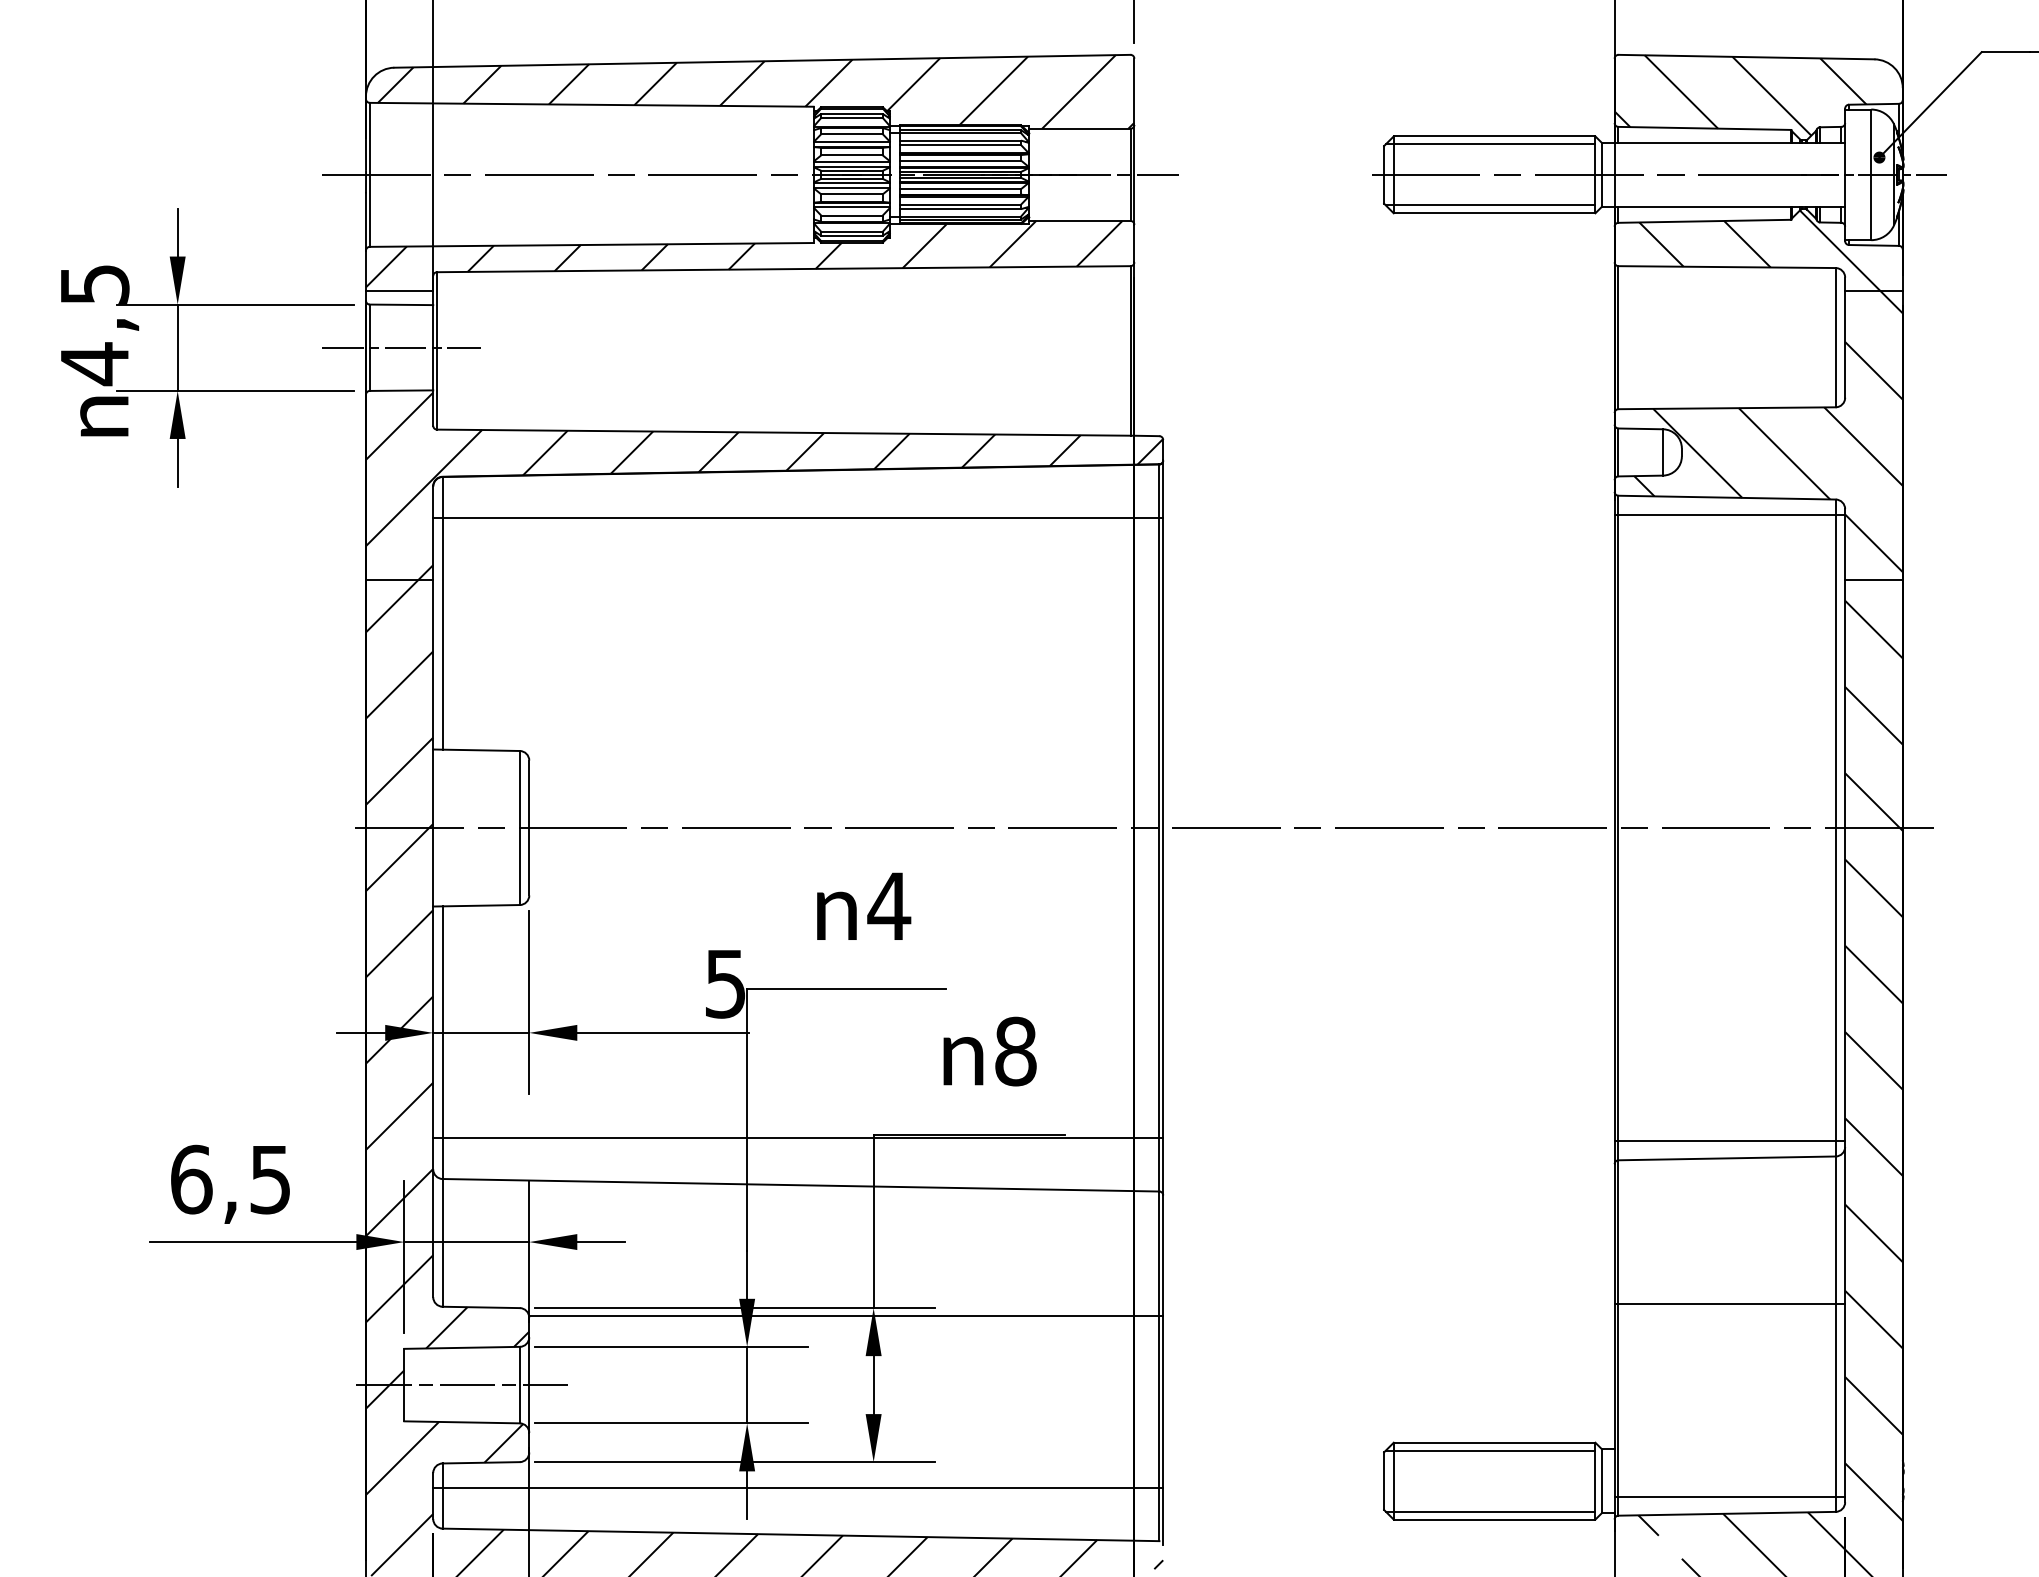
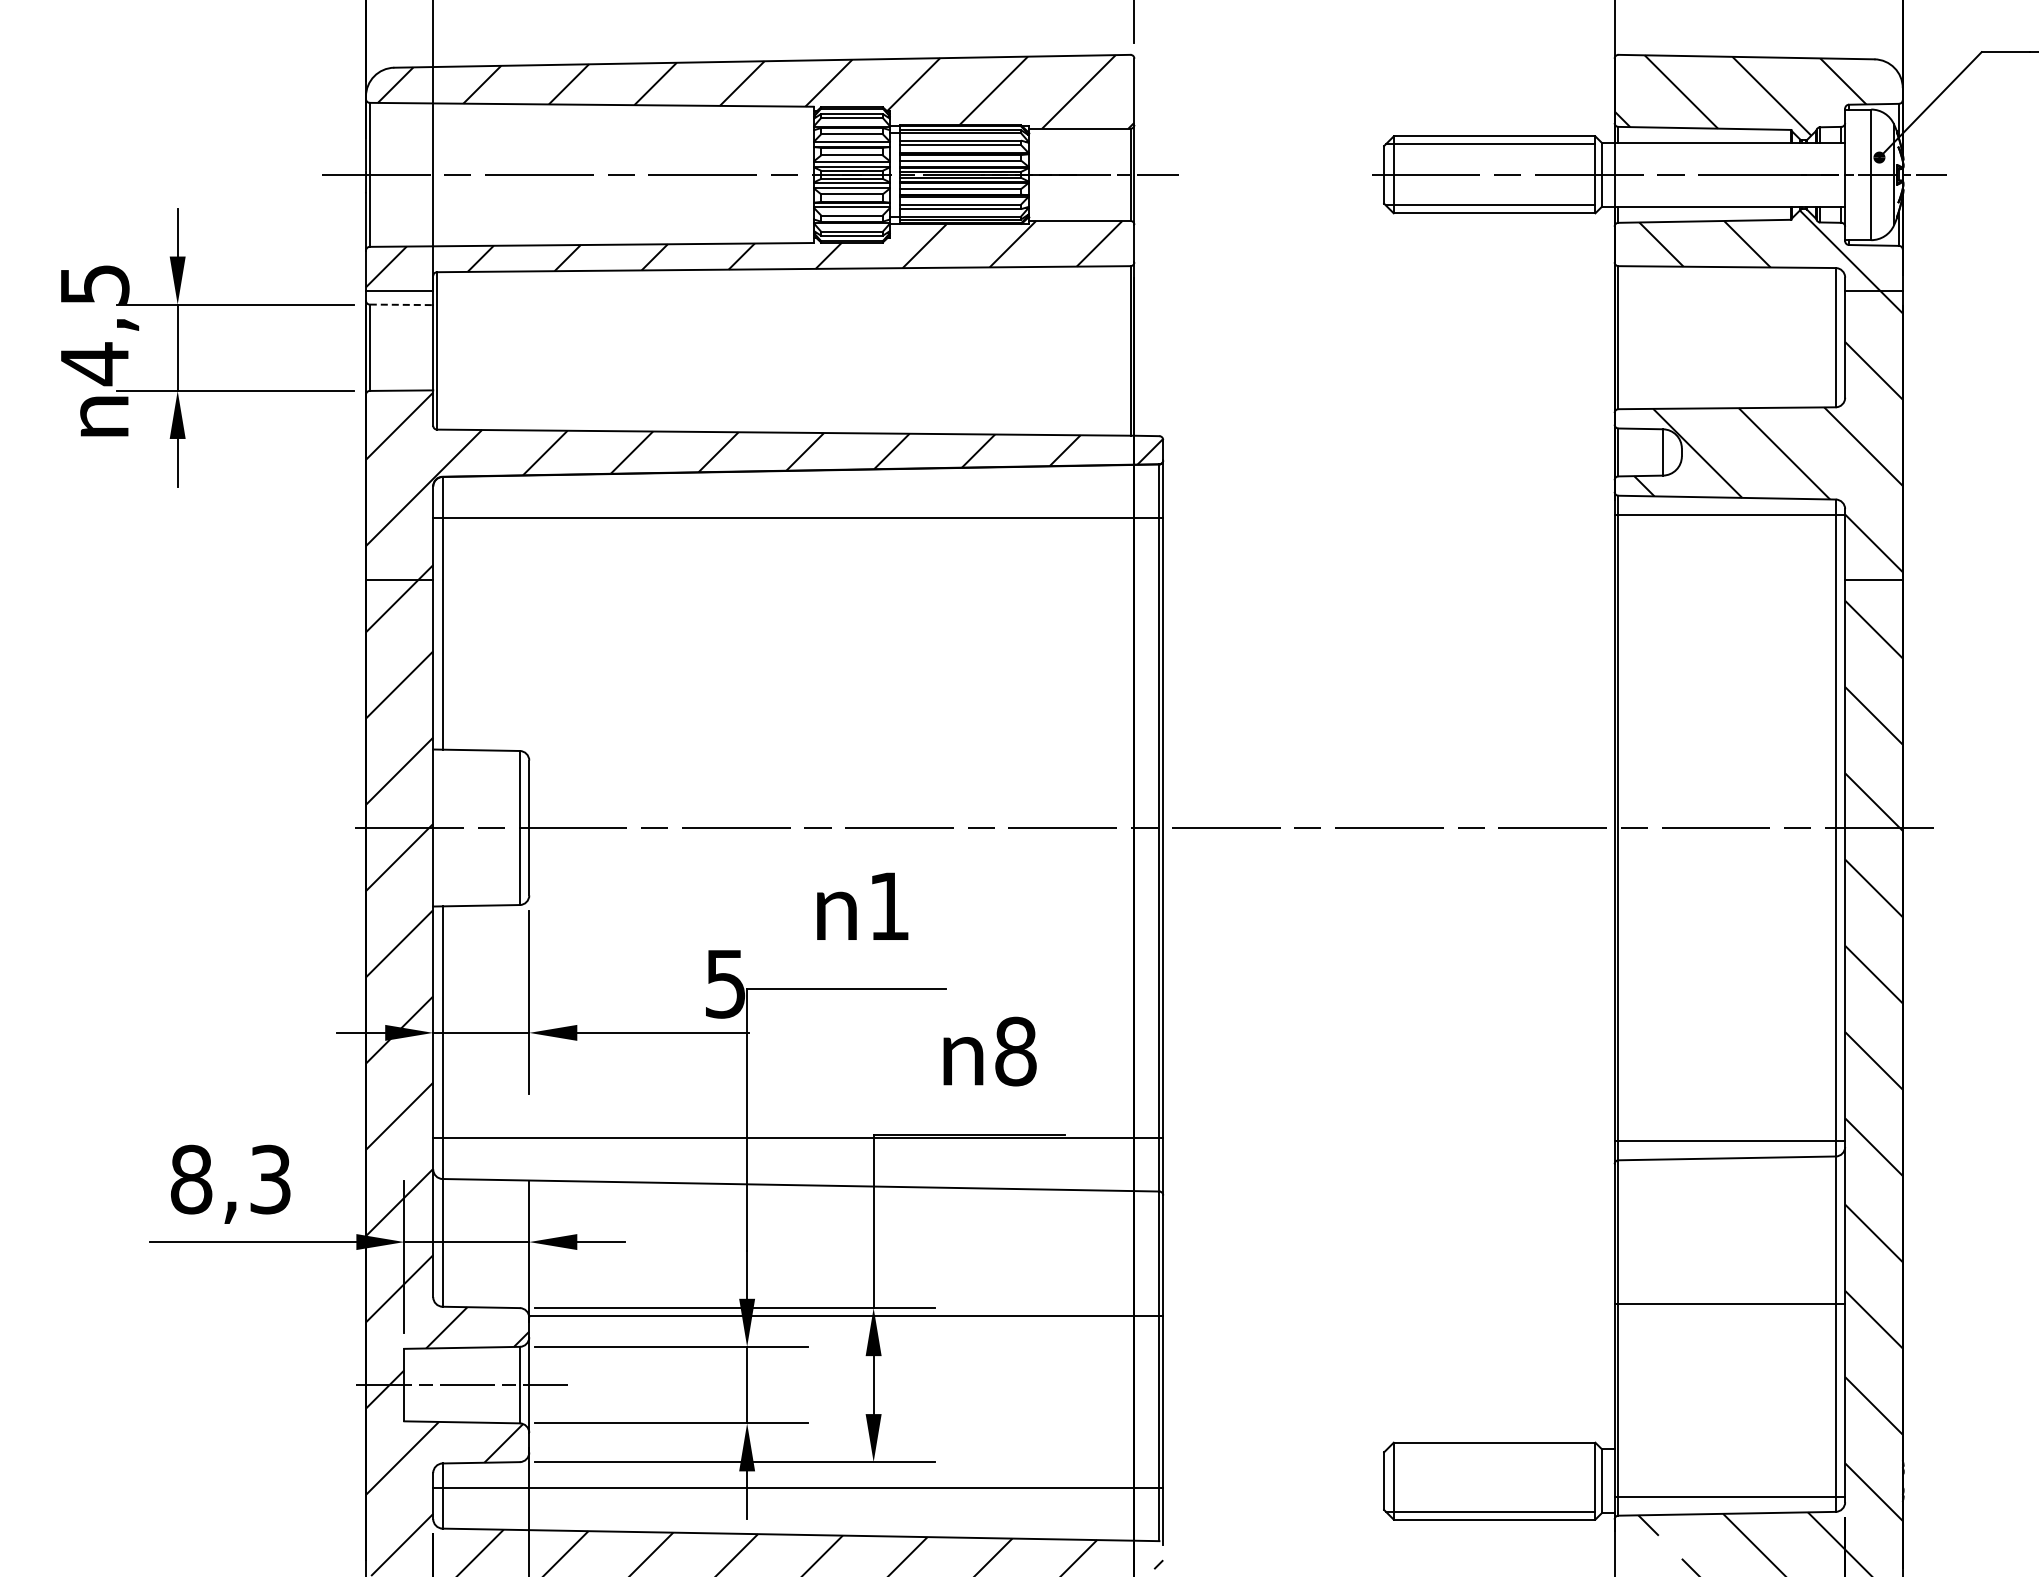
line at (401, 304): solid -> dashed
line at (401, 347): present -> none
text at (889, 905): 4 -> 1
text at (230, 1179): 6,5 -> 8,3
line at (1490, 1450): present -> none
